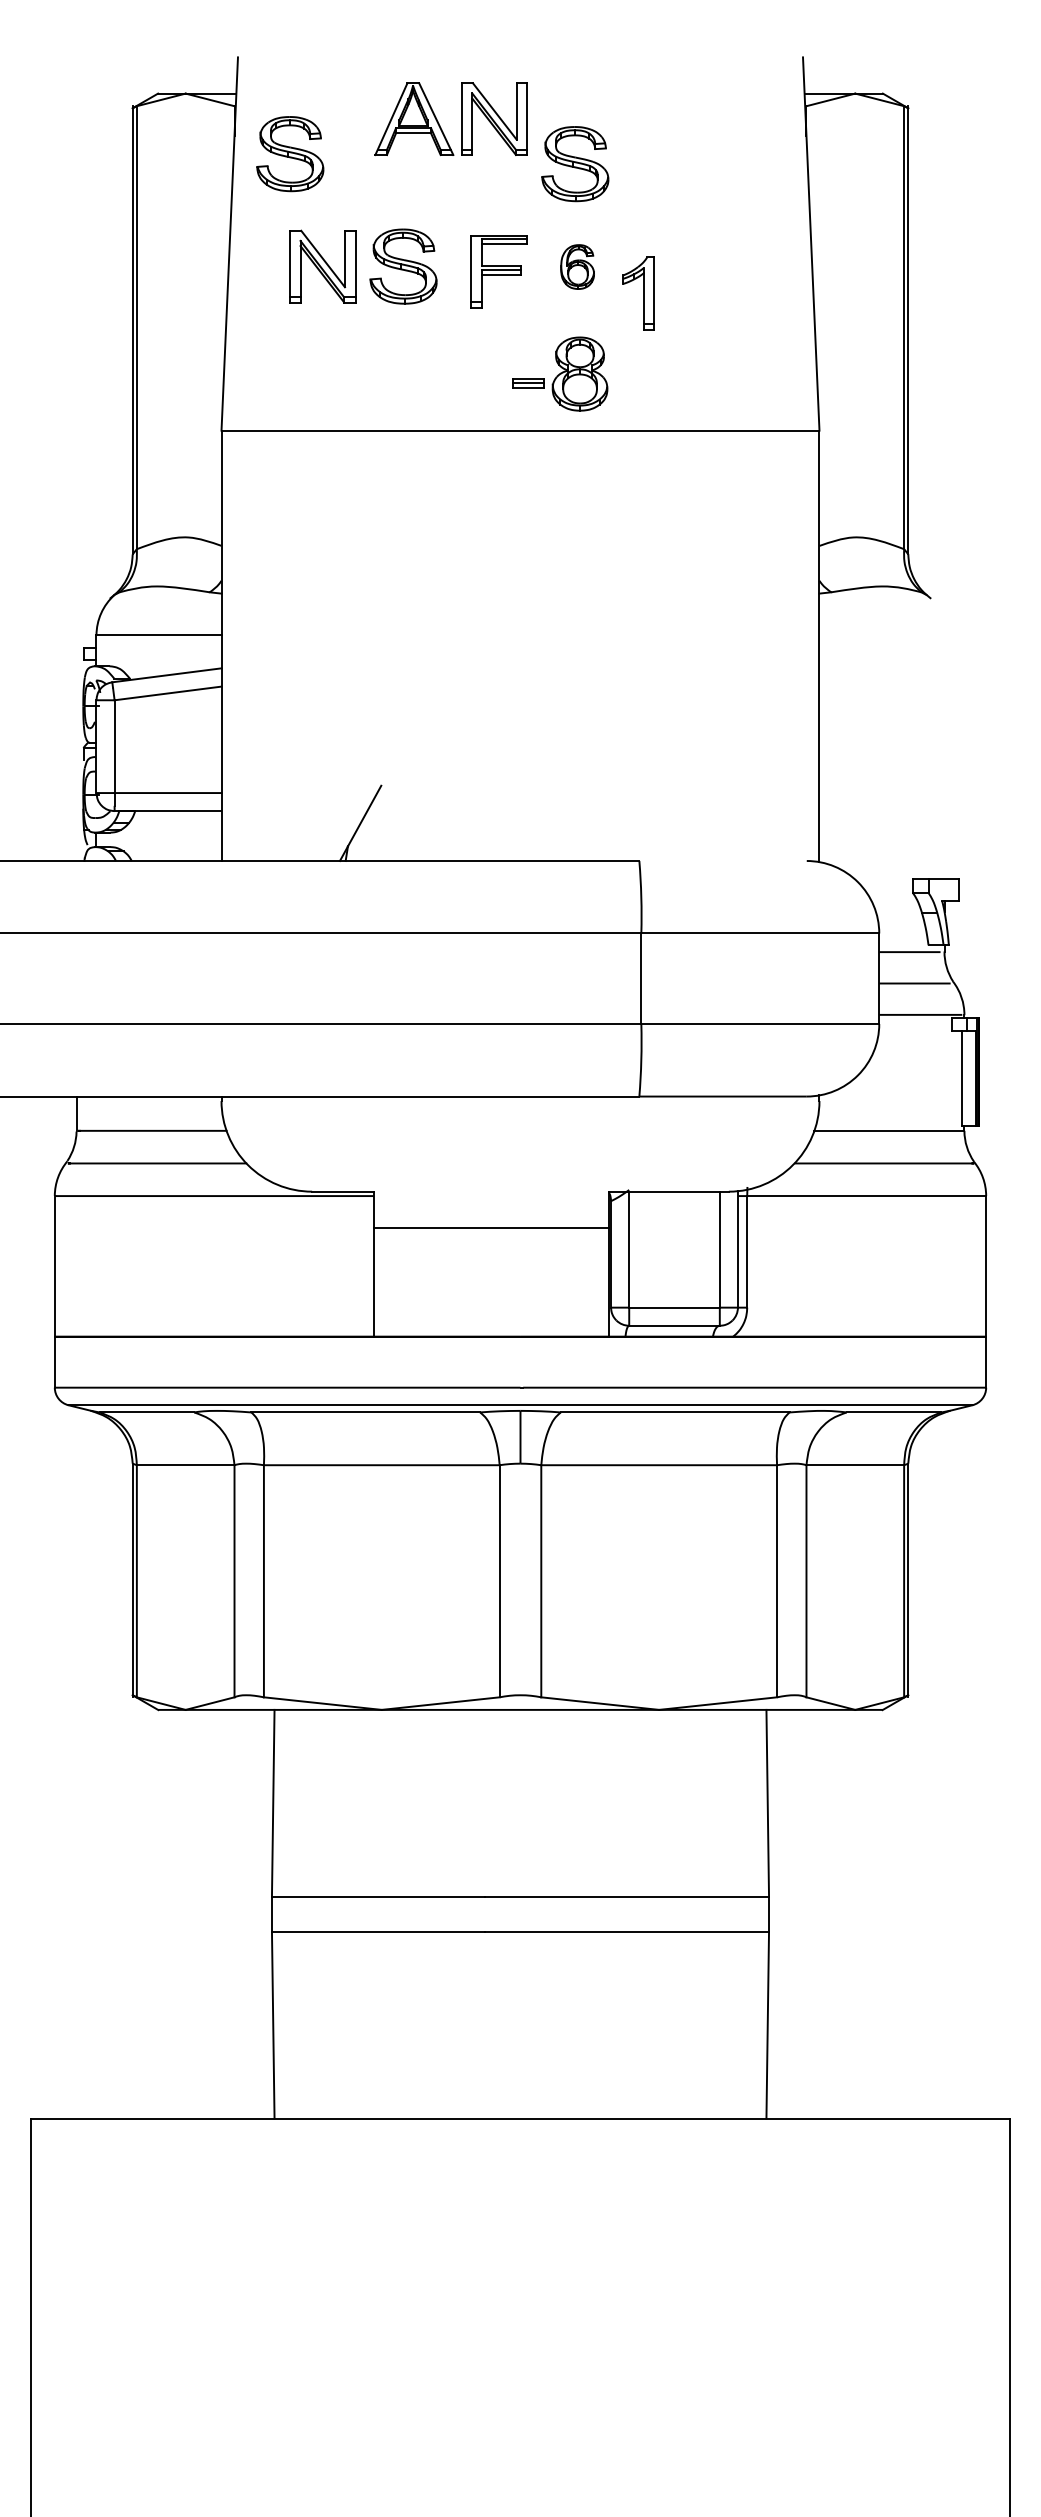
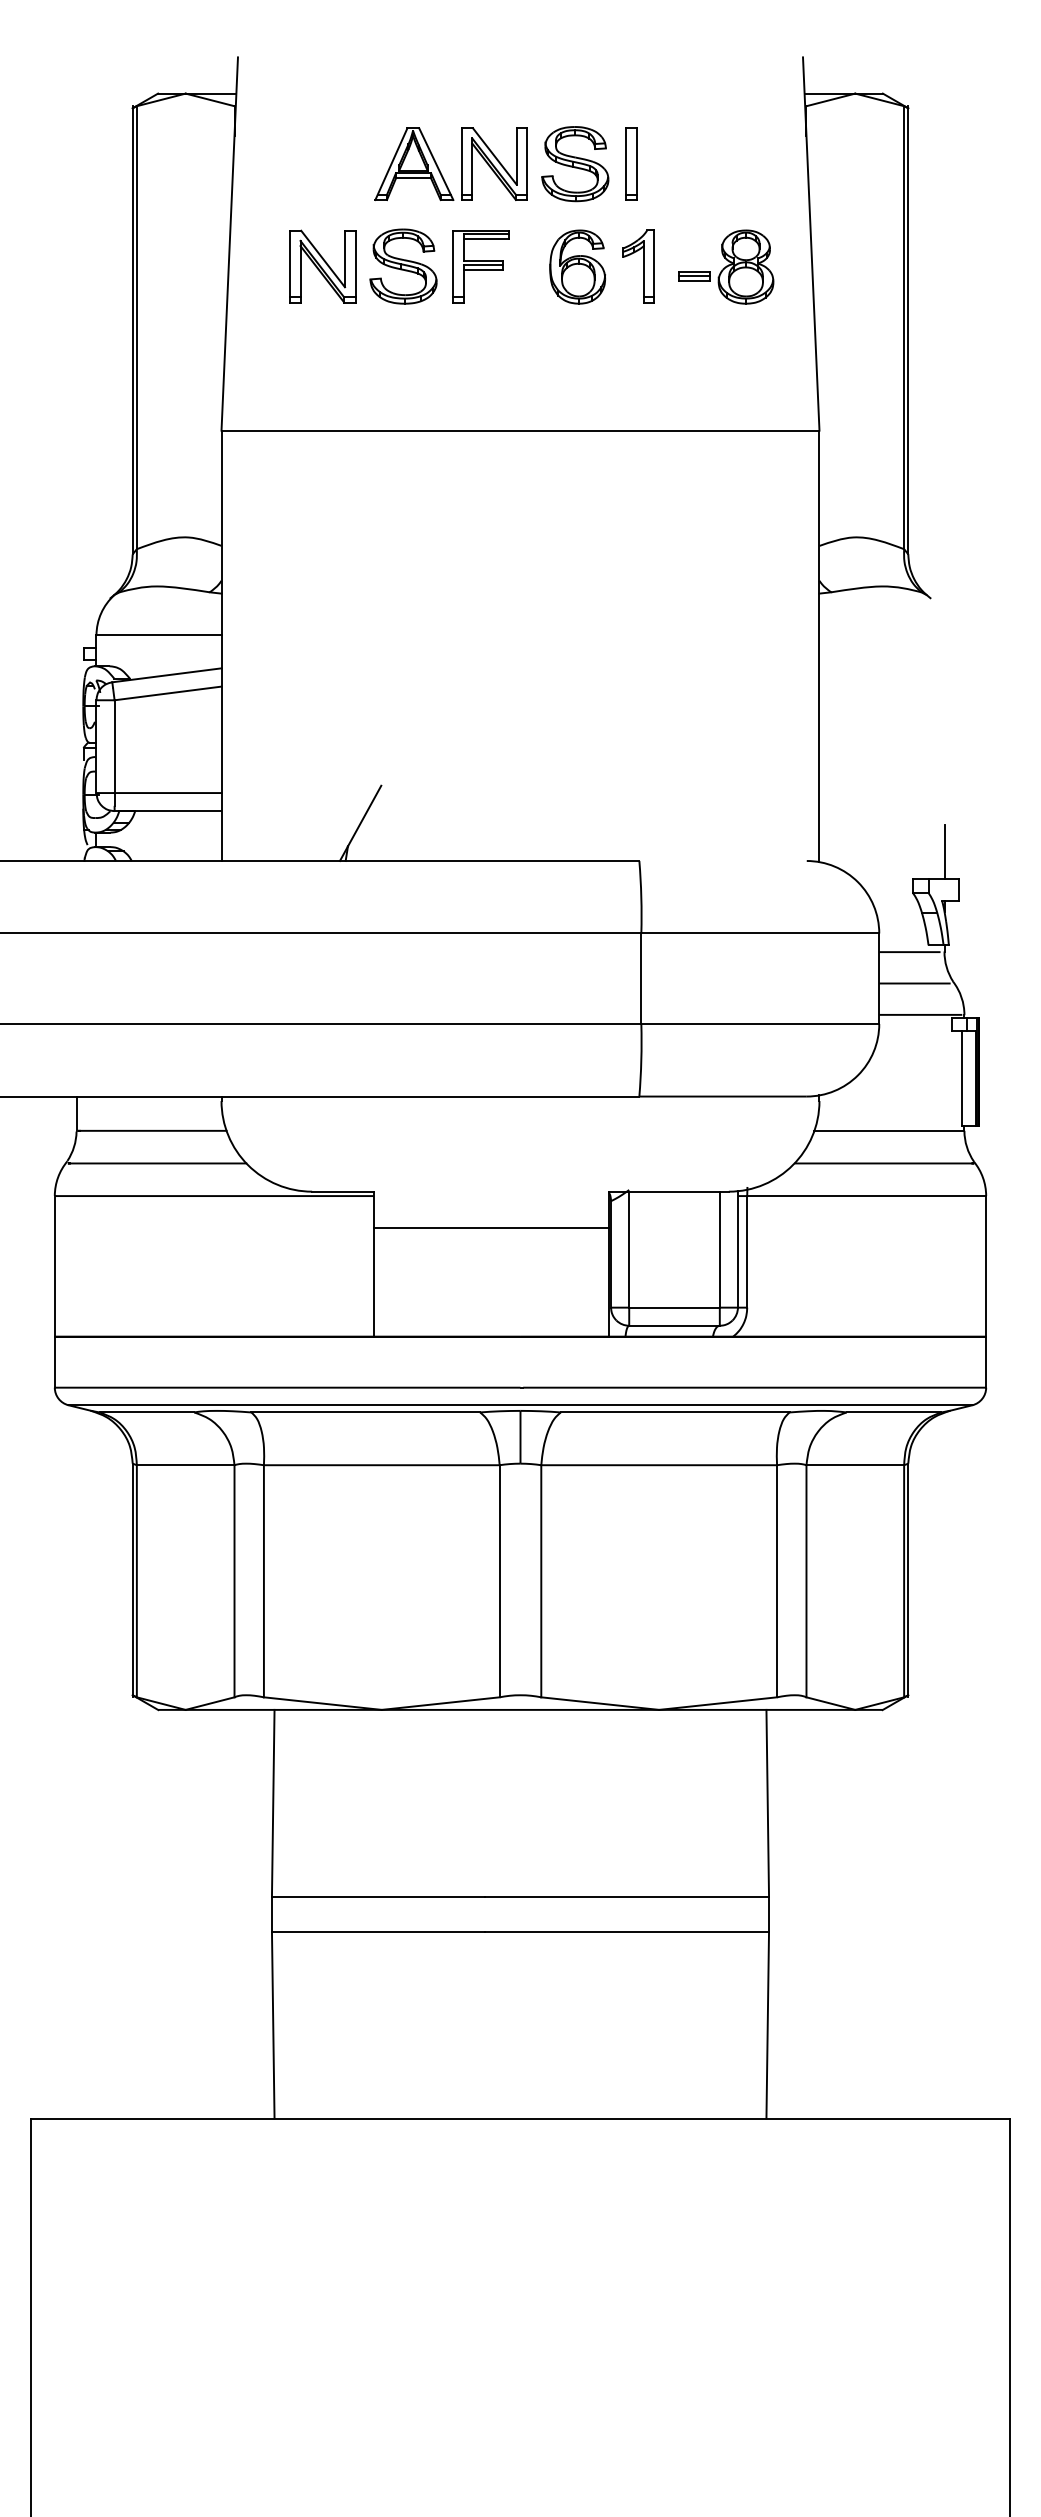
part at (461, 118) position: (461, 118) -> (461, 163)
part at (290, 154): present -> none
part at (631, 163): none -> present
part at (577, 266) size: 35x46 px -> 57x76 px
part at (498, 271) position: (498, 271) -> (480, 266)
part at (638, 293) position: (638, 293) -> (638, 266)
part at (560, 373) position: (560, 373) -> (726, 266)
line at (944, 851): none -> present
